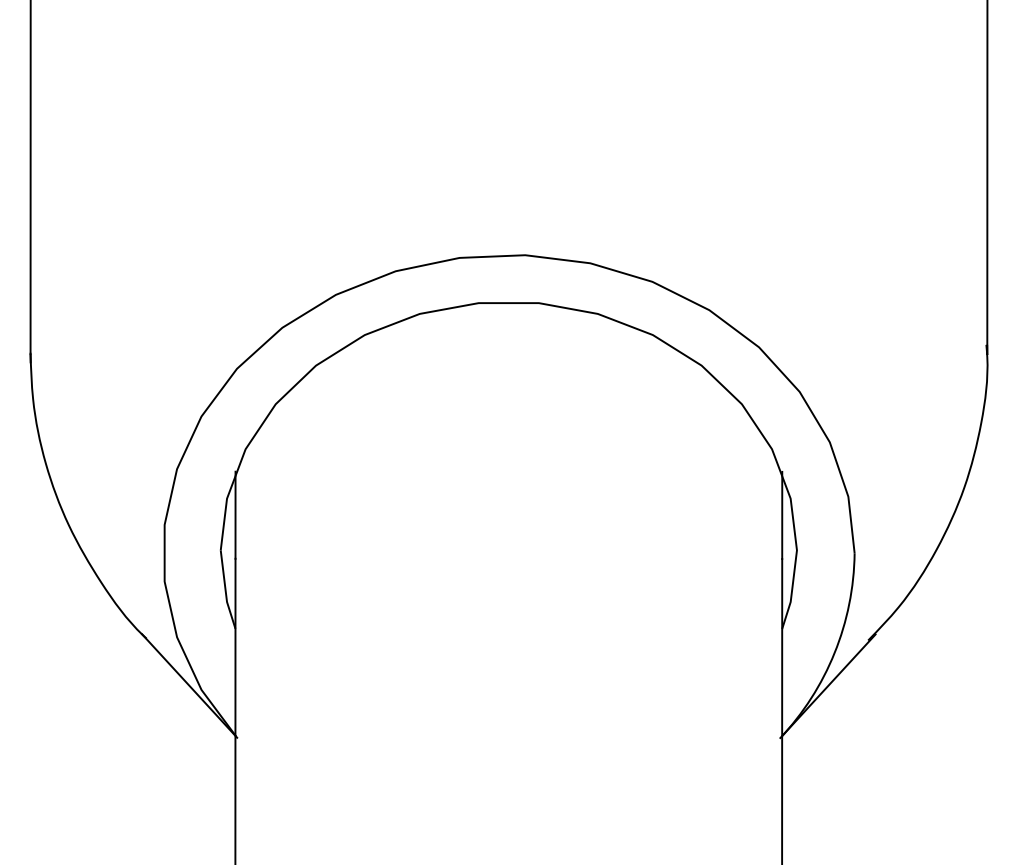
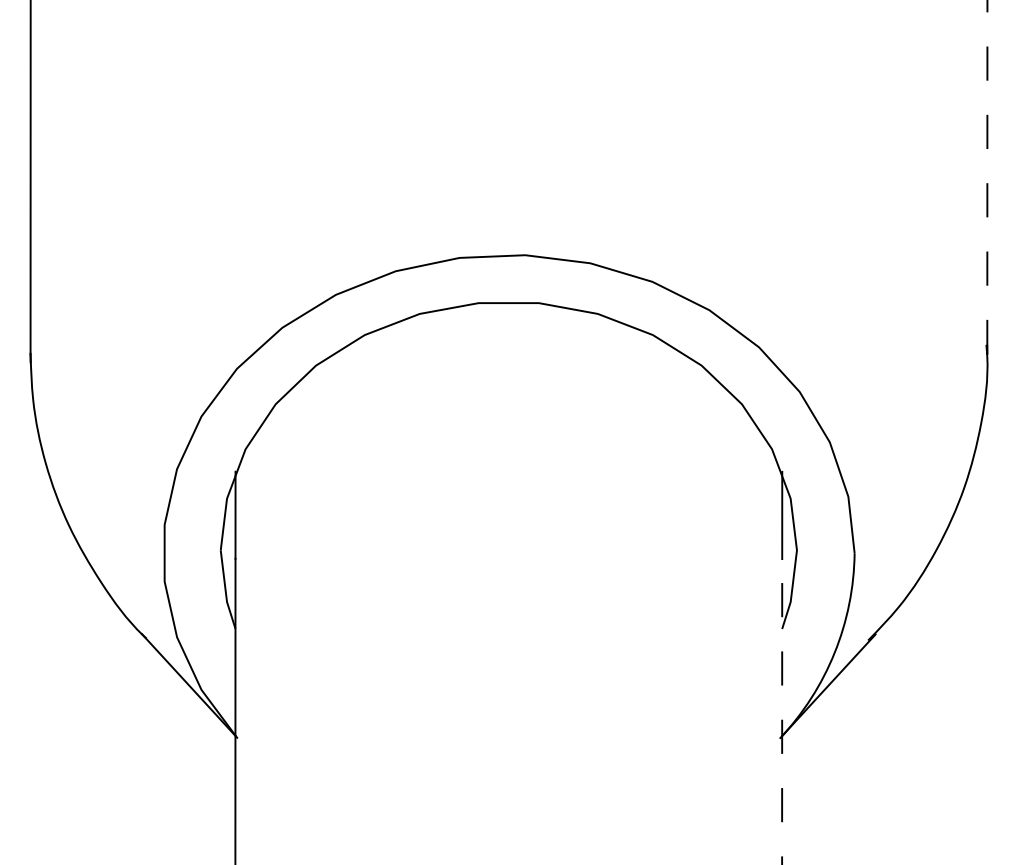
line at (987, 177): solid -> dashed
line at (782, 711): solid -> dashed
